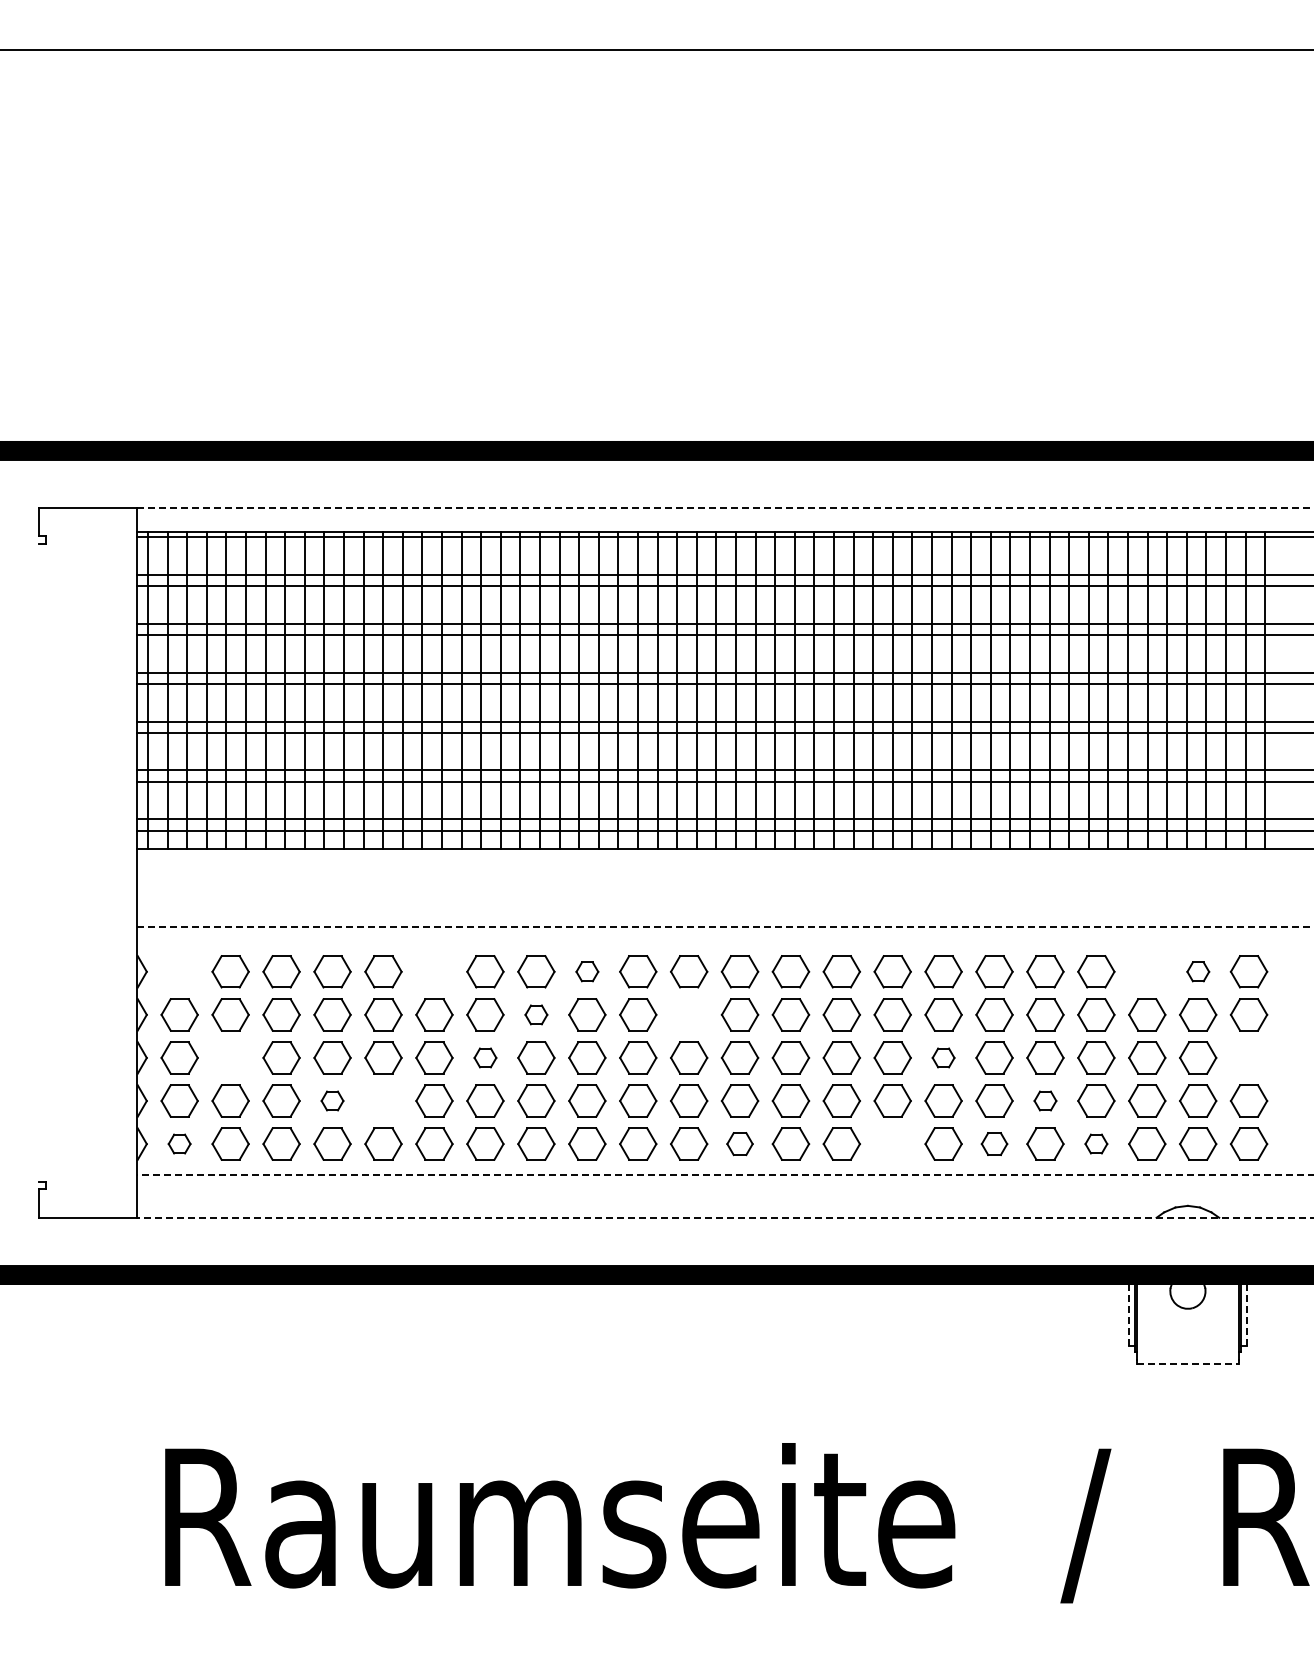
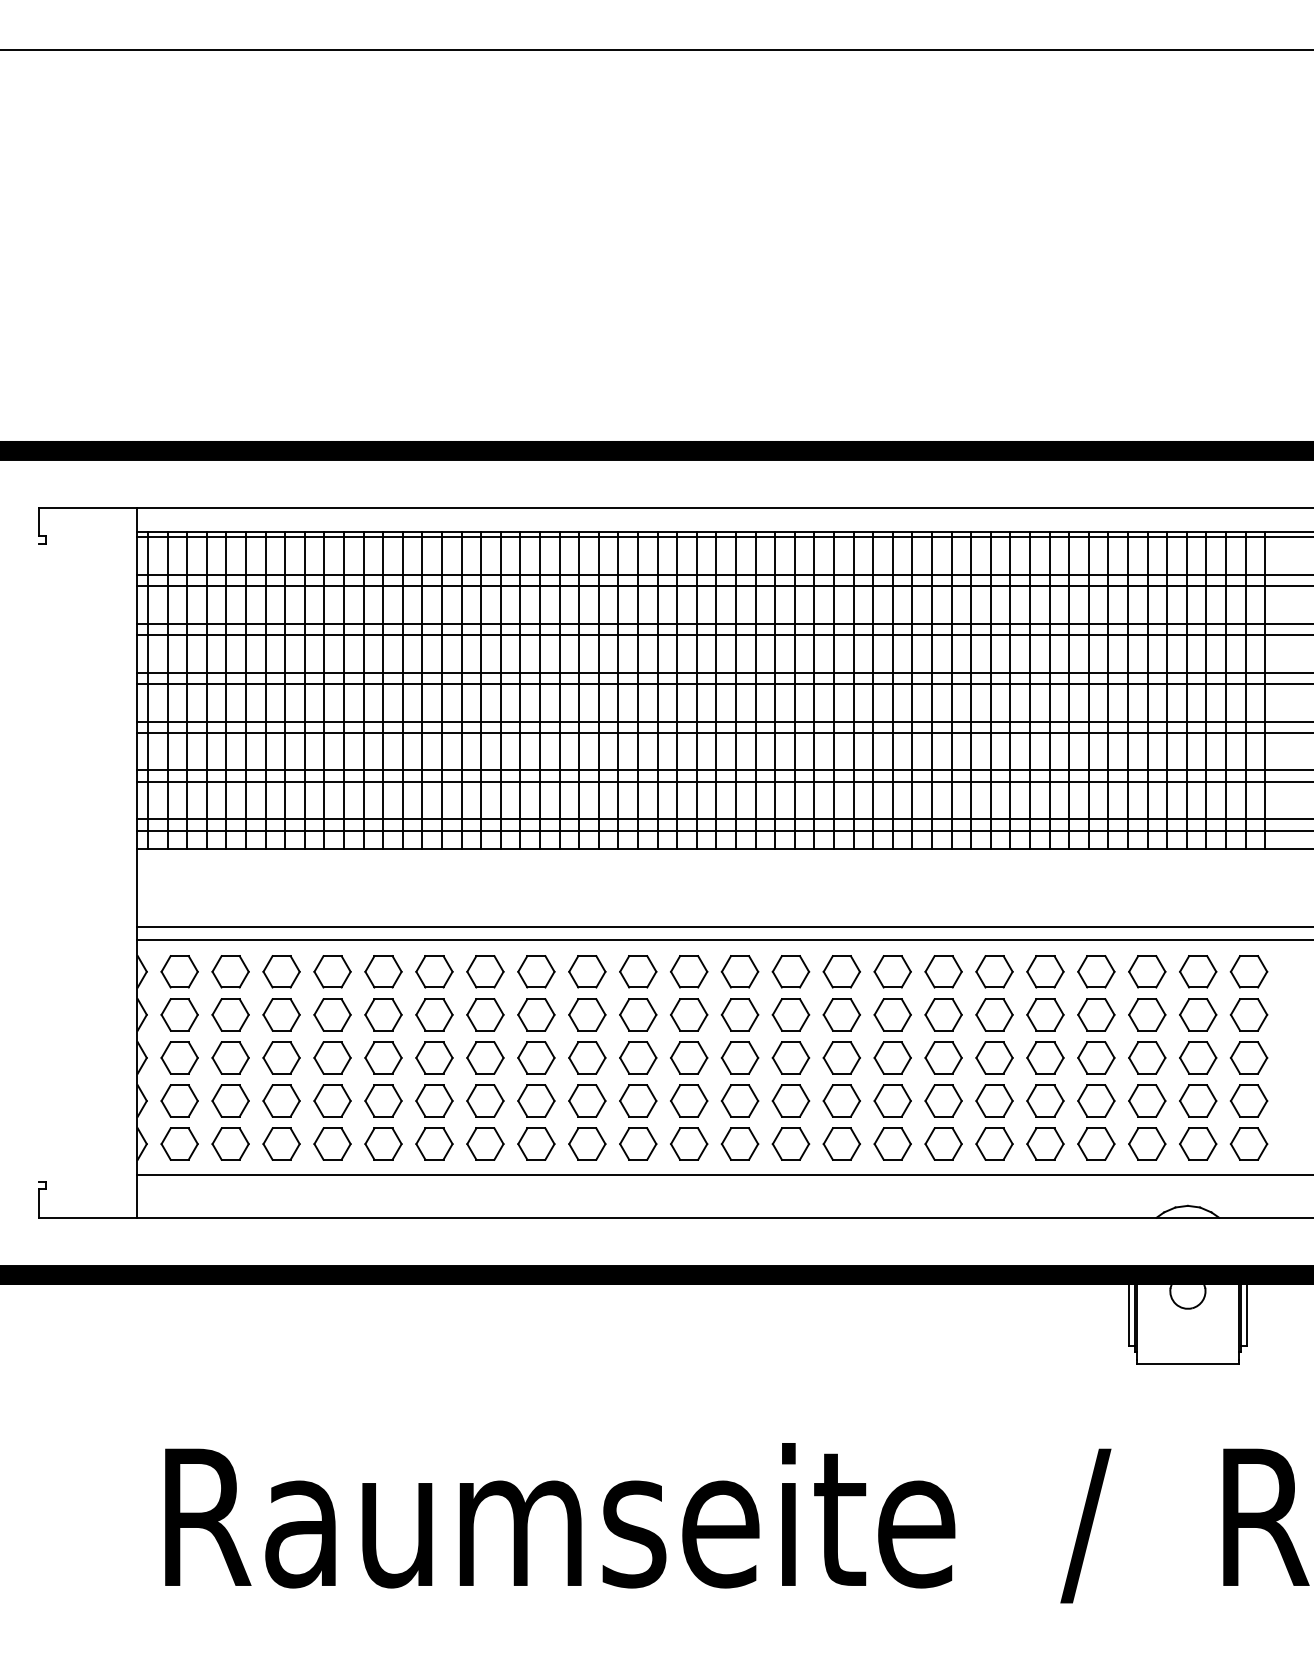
line at (725, 508): dashed -> solid
line at (725, 927): dashed -> solid
line at (723, 940): none -> present
part at (179, 971): none -> present
part at (434, 971): none -> present
part at (587, 971) size: 25x22 px -> 39x34 px
part at (1147, 971): none -> present
part at (1198, 971) size: 25x22 px -> 39x34 px
part at (536, 1014) size: 25x22 px -> 39x34 px
part at (689, 1014): none -> present
part at (230, 1057): none -> present
part at (485, 1057) size: 25x22 px -> 39x34 px
part at (943, 1057) size: 25x22 px -> 39x34 px
part at (1248, 1057): none -> present
part at (332, 1100) size: 25x22 px -> 39x34 px
part at (383, 1100): none -> present
part at (1045, 1100) size: 25x22 px -> 39x34 px
part at (179, 1143) size: 25x22 px -> 39x34 px
part at (892, 1143): none -> present
part at (994, 1143) size: 29x24 px -> 39x34 px
part at (1096, 1143) size: 25x22 px -> 39x34 px
part at (739, 1144) size: 28x25 px -> 40x34 px
line at (725, 1175): dashed -> solid
line at (725, 1217): dashed -> solid
line at (1129, 1315): dashed -> solid
line at (1246, 1315): dashed -> solid
line at (1187, 1363): dashed -> solid
